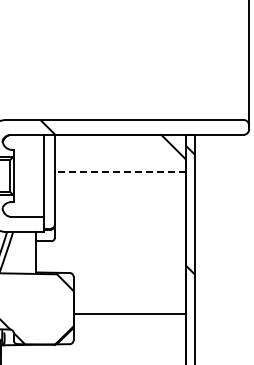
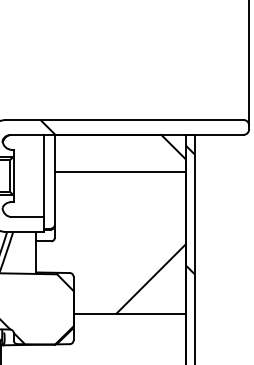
line at (119, 172): dashed -> solid
hatch at (150, 279): none -> present
